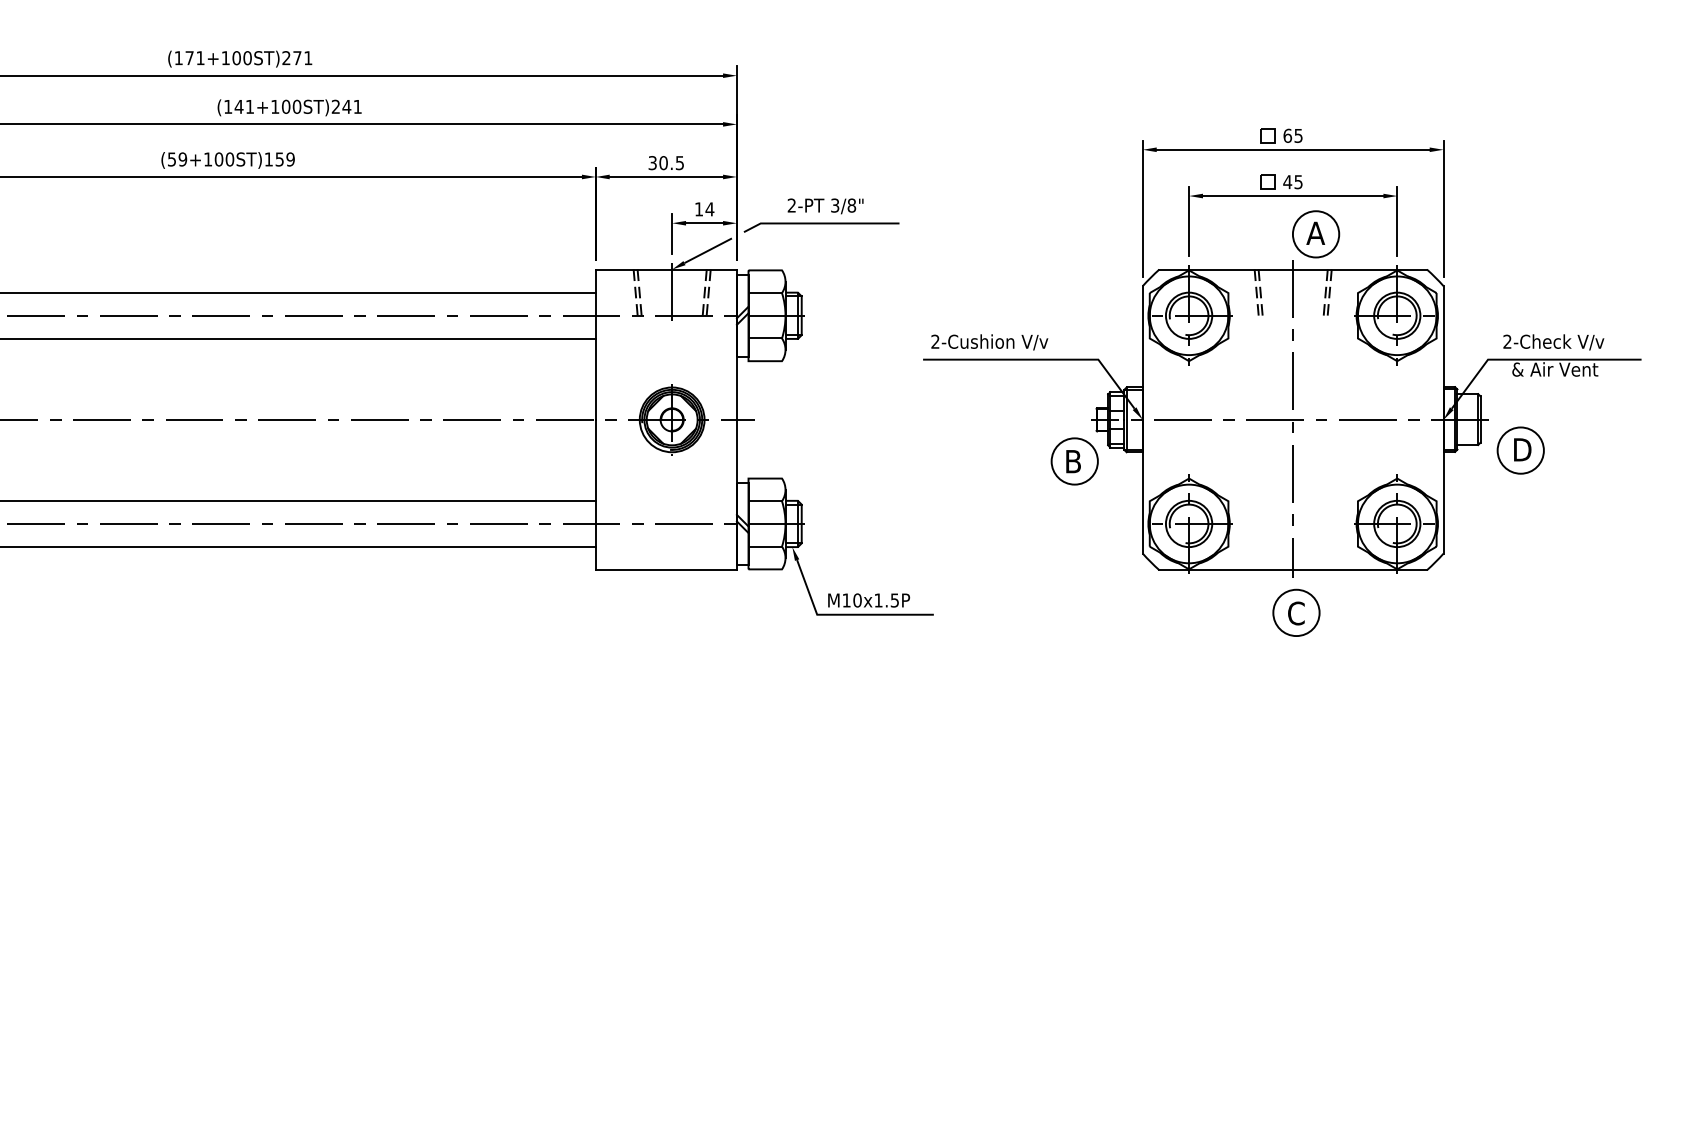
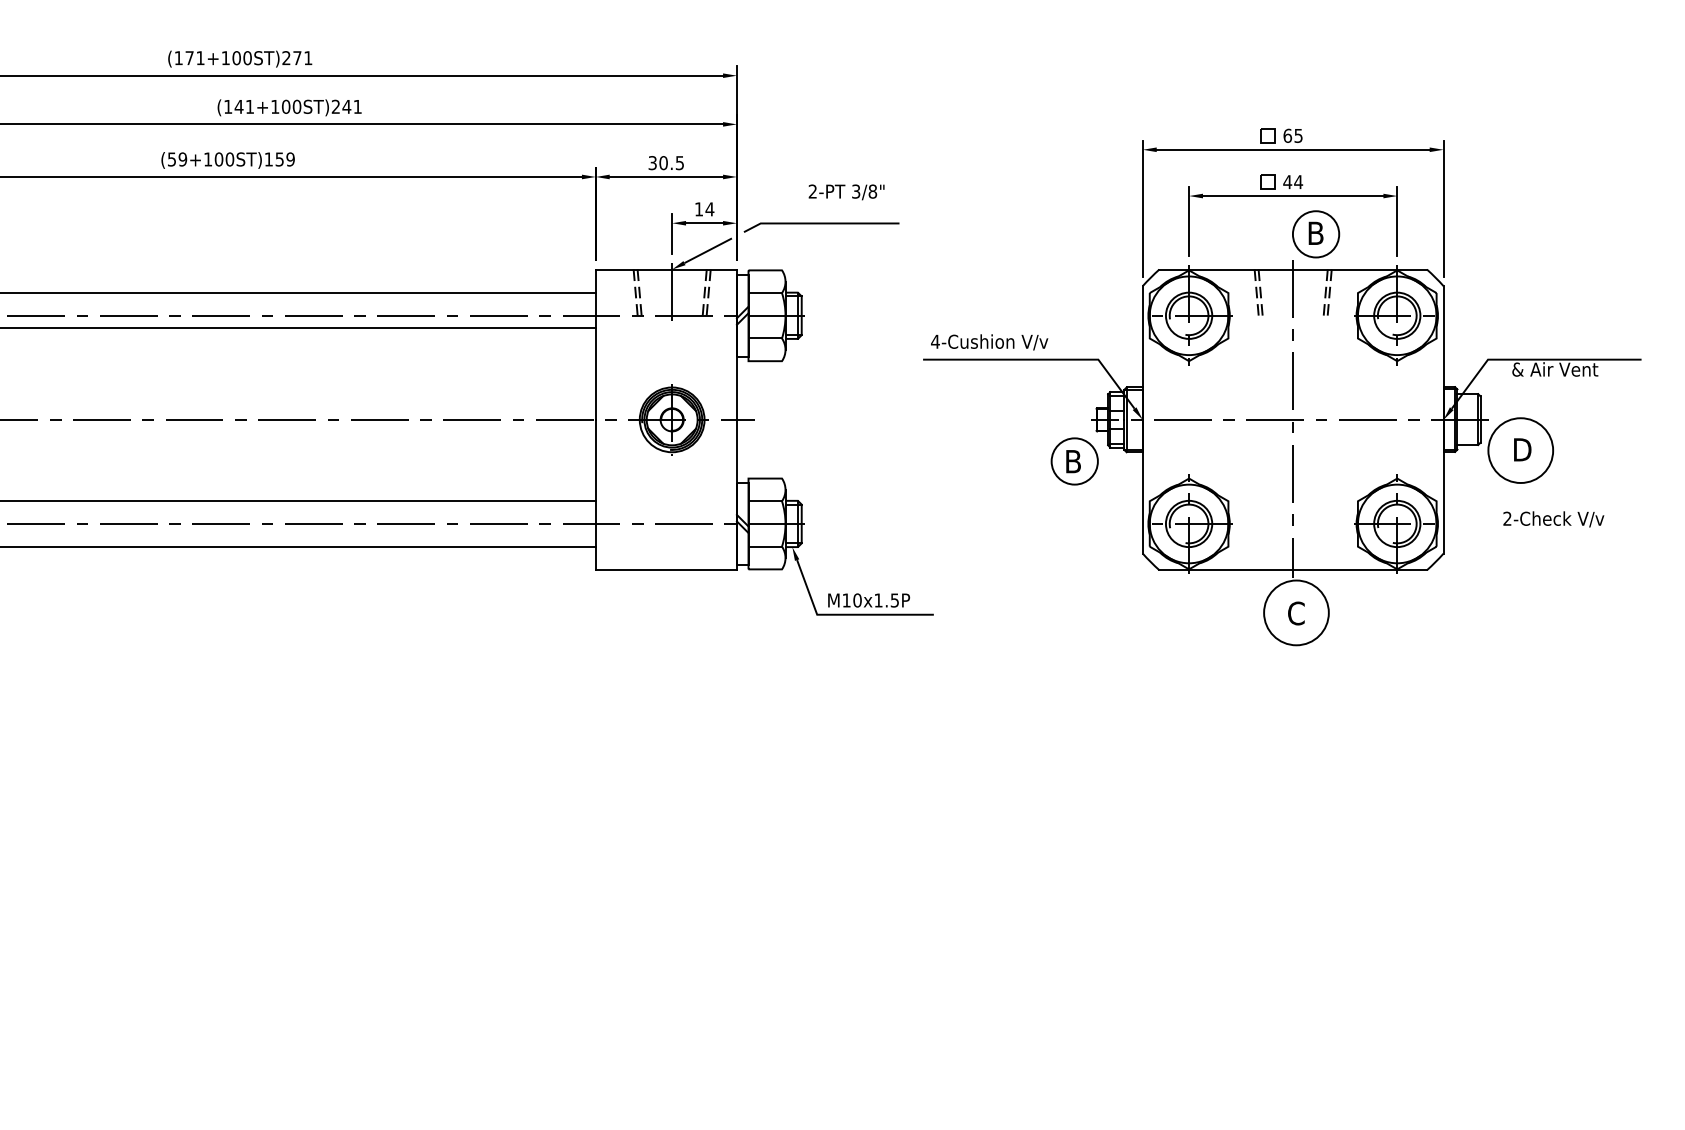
text at (1298, 182): 45 -> 44
text at (825, 206) position: (825, 206) -> (846, 192)
text at (1315, 232): A -> B
line at (298, 338) position: (298, 338) -> (298, 327)
text at (935, 341): 2-Cushion -> 4-Cushion
text at (1553, 342) position: (1553, 342) -> (1553, 519)
circle at (1520, 450) diameter: 46 px -> 65 px
circle at (1296, 612) diameter: 46 px -> 65 px
